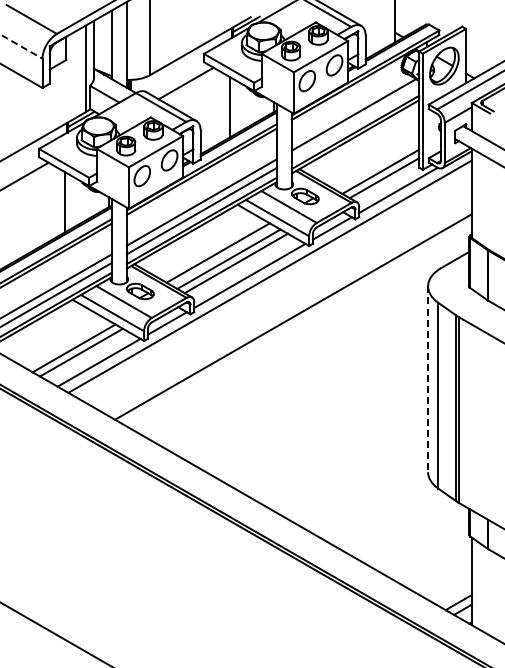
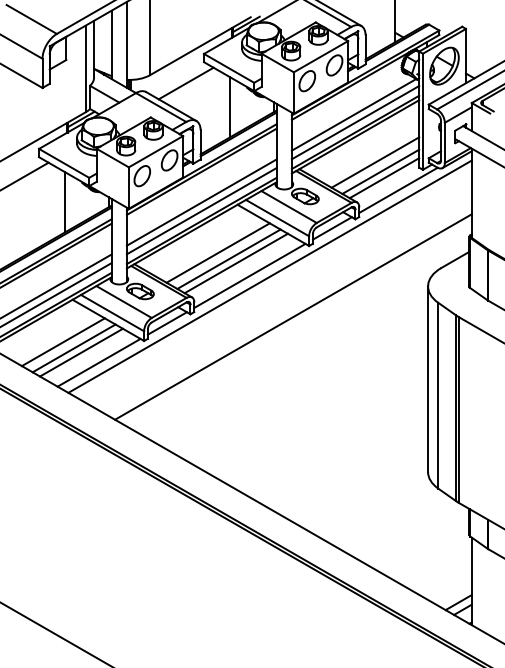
line at (21, 46): dashed -> solid
line at (355, 122): none -> present
line at (375, 162): none -> present
line at (62, 342): none -> present
line at (428, 379): dashed -> solid
